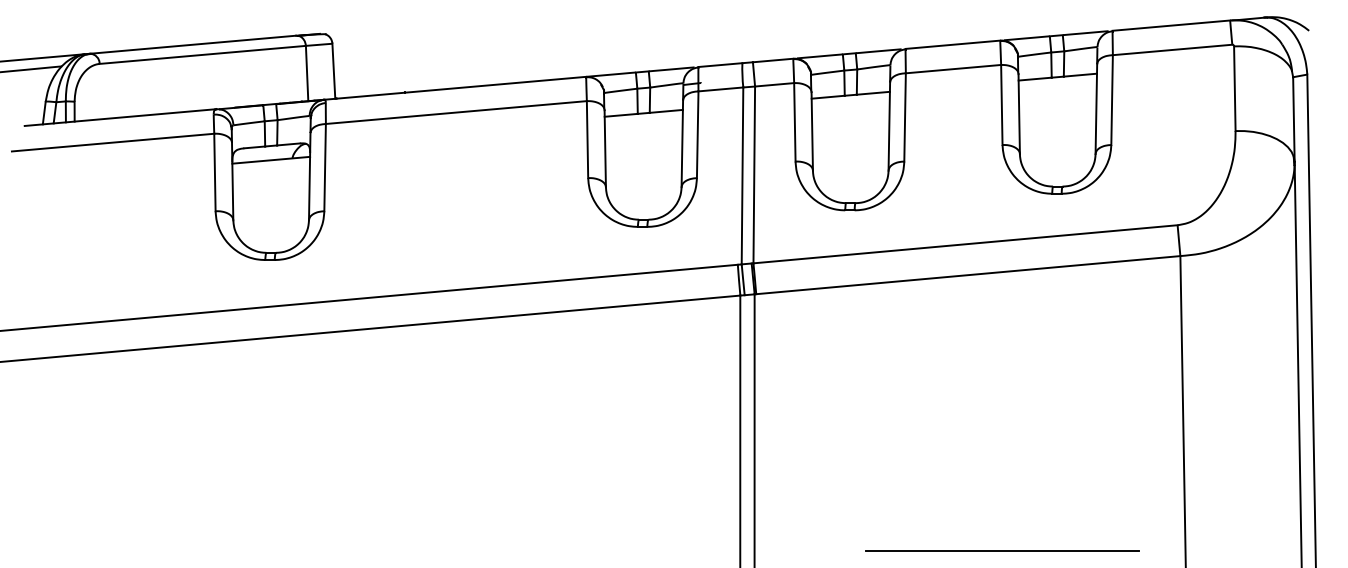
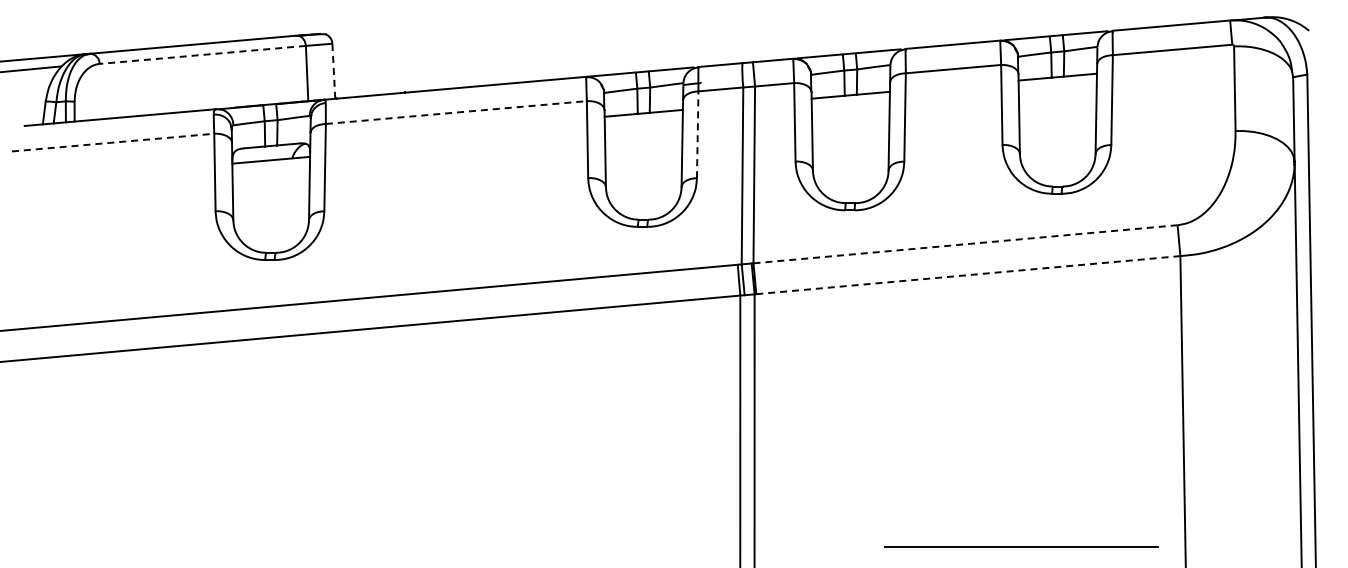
line at (202, 54): solid -> dashed
line at (333, 71): solid -> dashed
line at (456, 112): solid -> dashed
line at (697, 134): solid -> dashed
line at (113, 142): solid -> dashed
line at (965, 244): solid -> dashed
line at (968, 275): solid -> dashed
line at (1002, 550) position: (1002, 550) -> (1021, 546)
